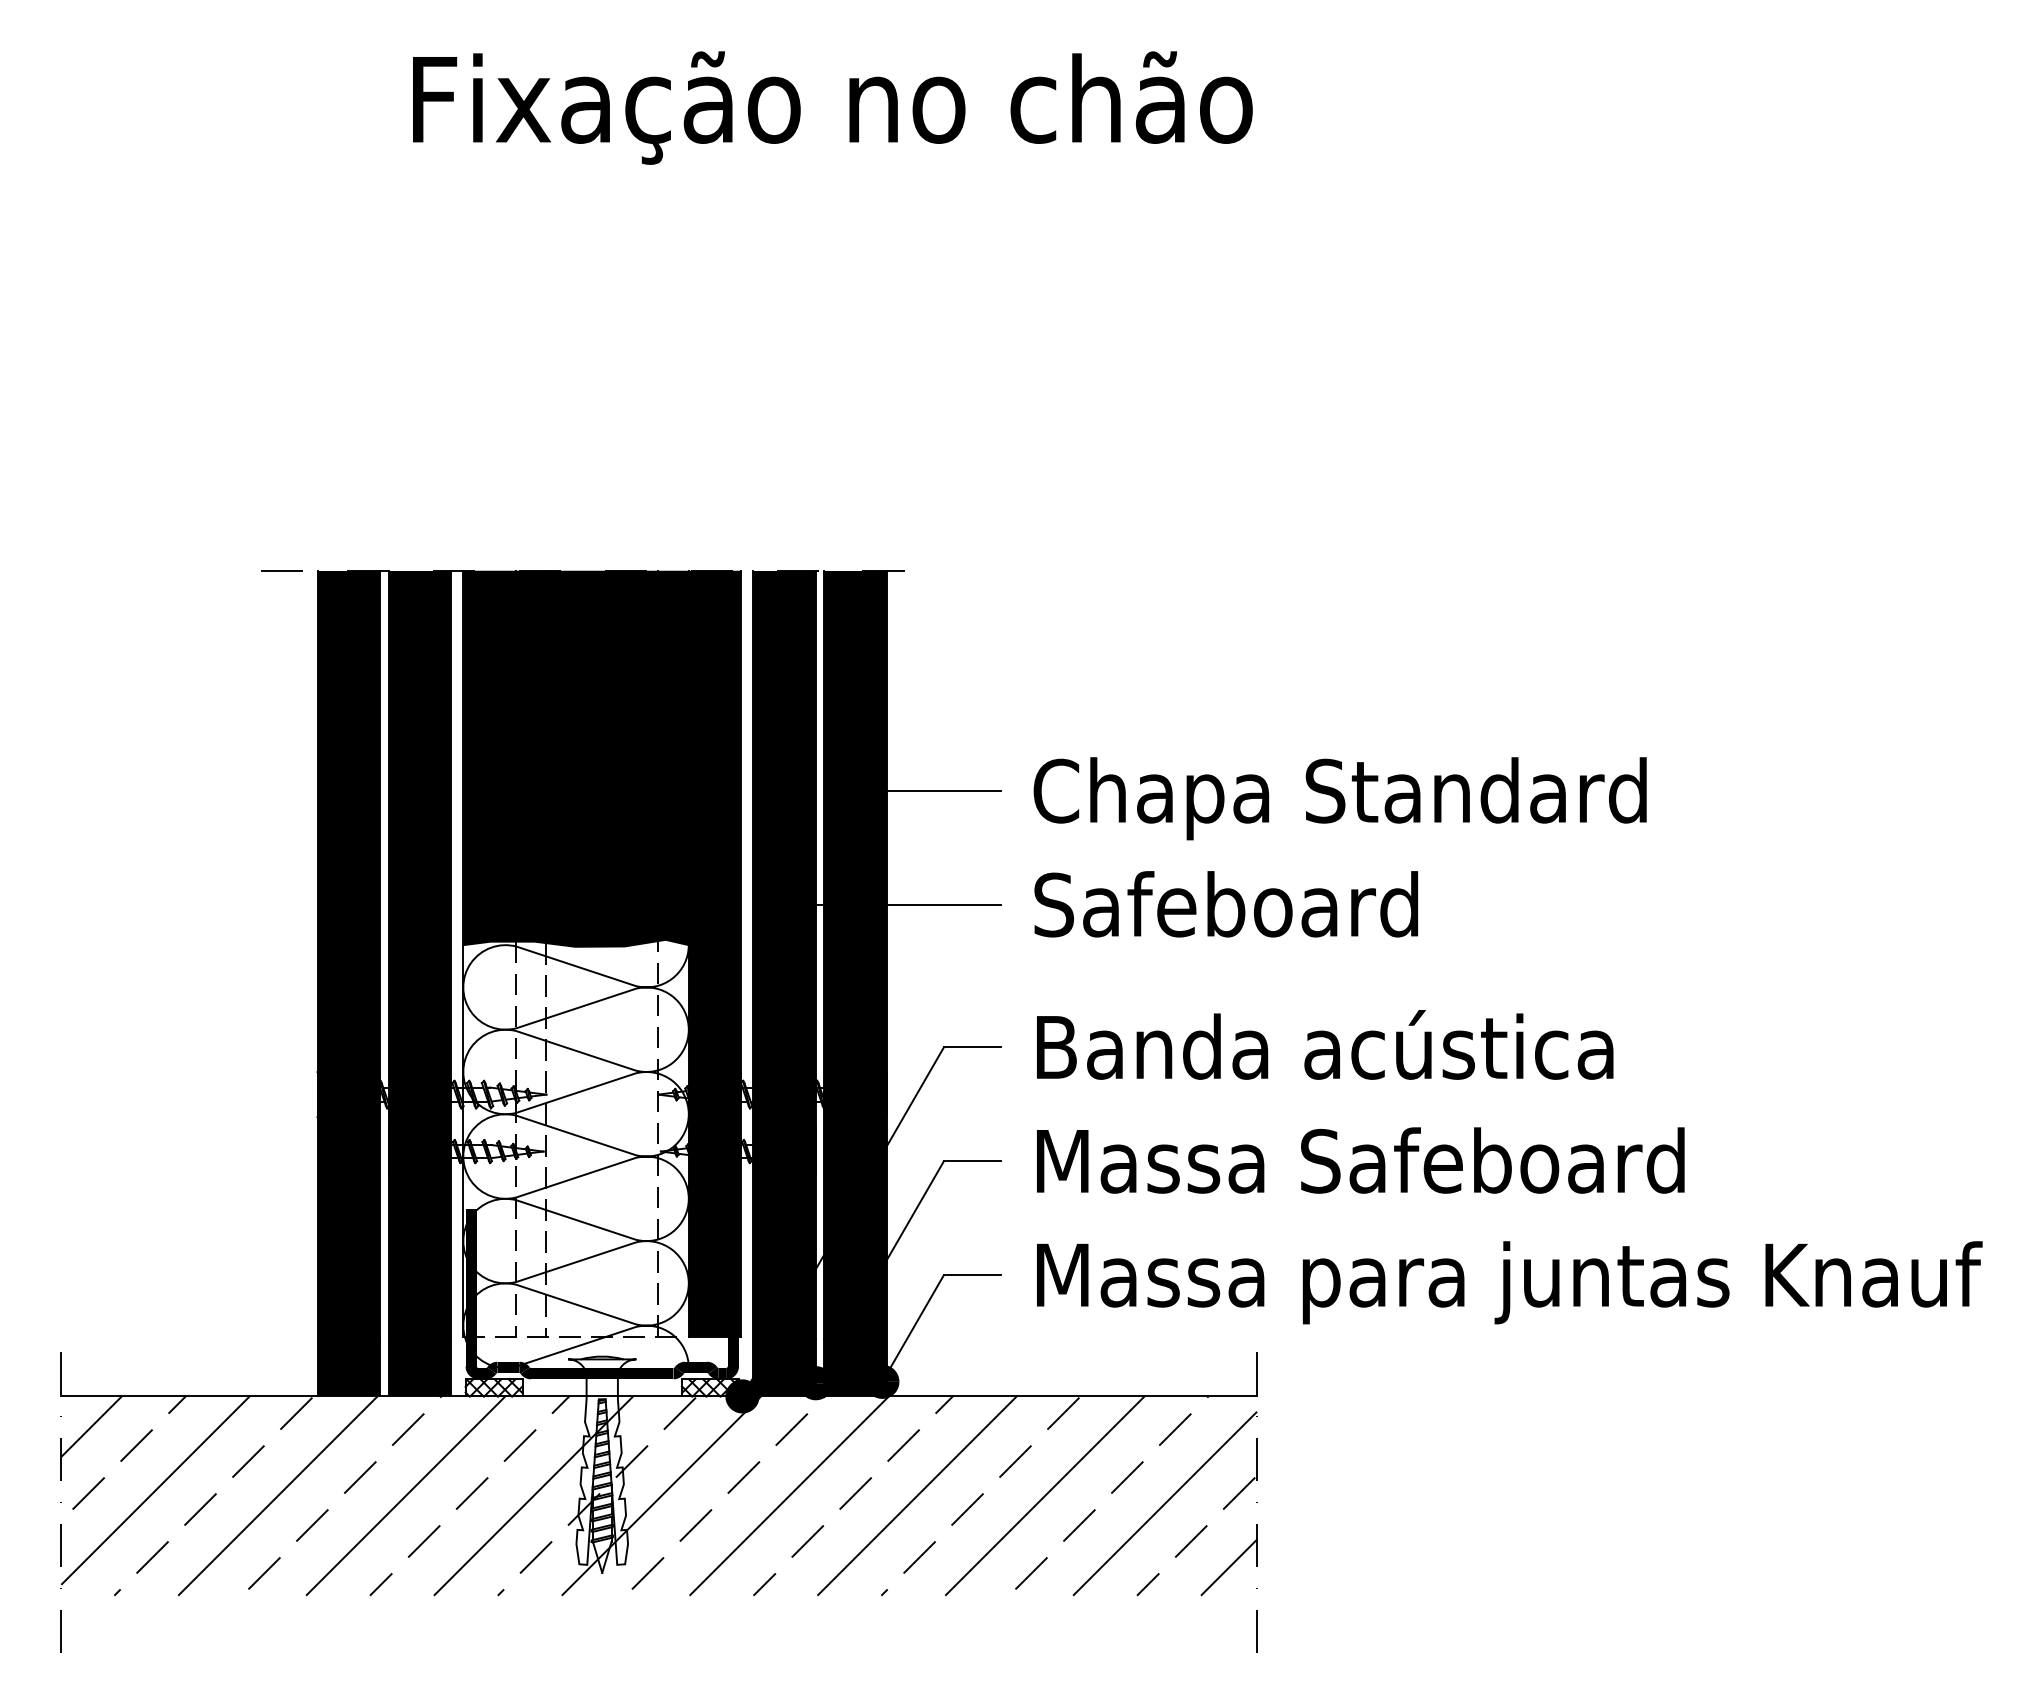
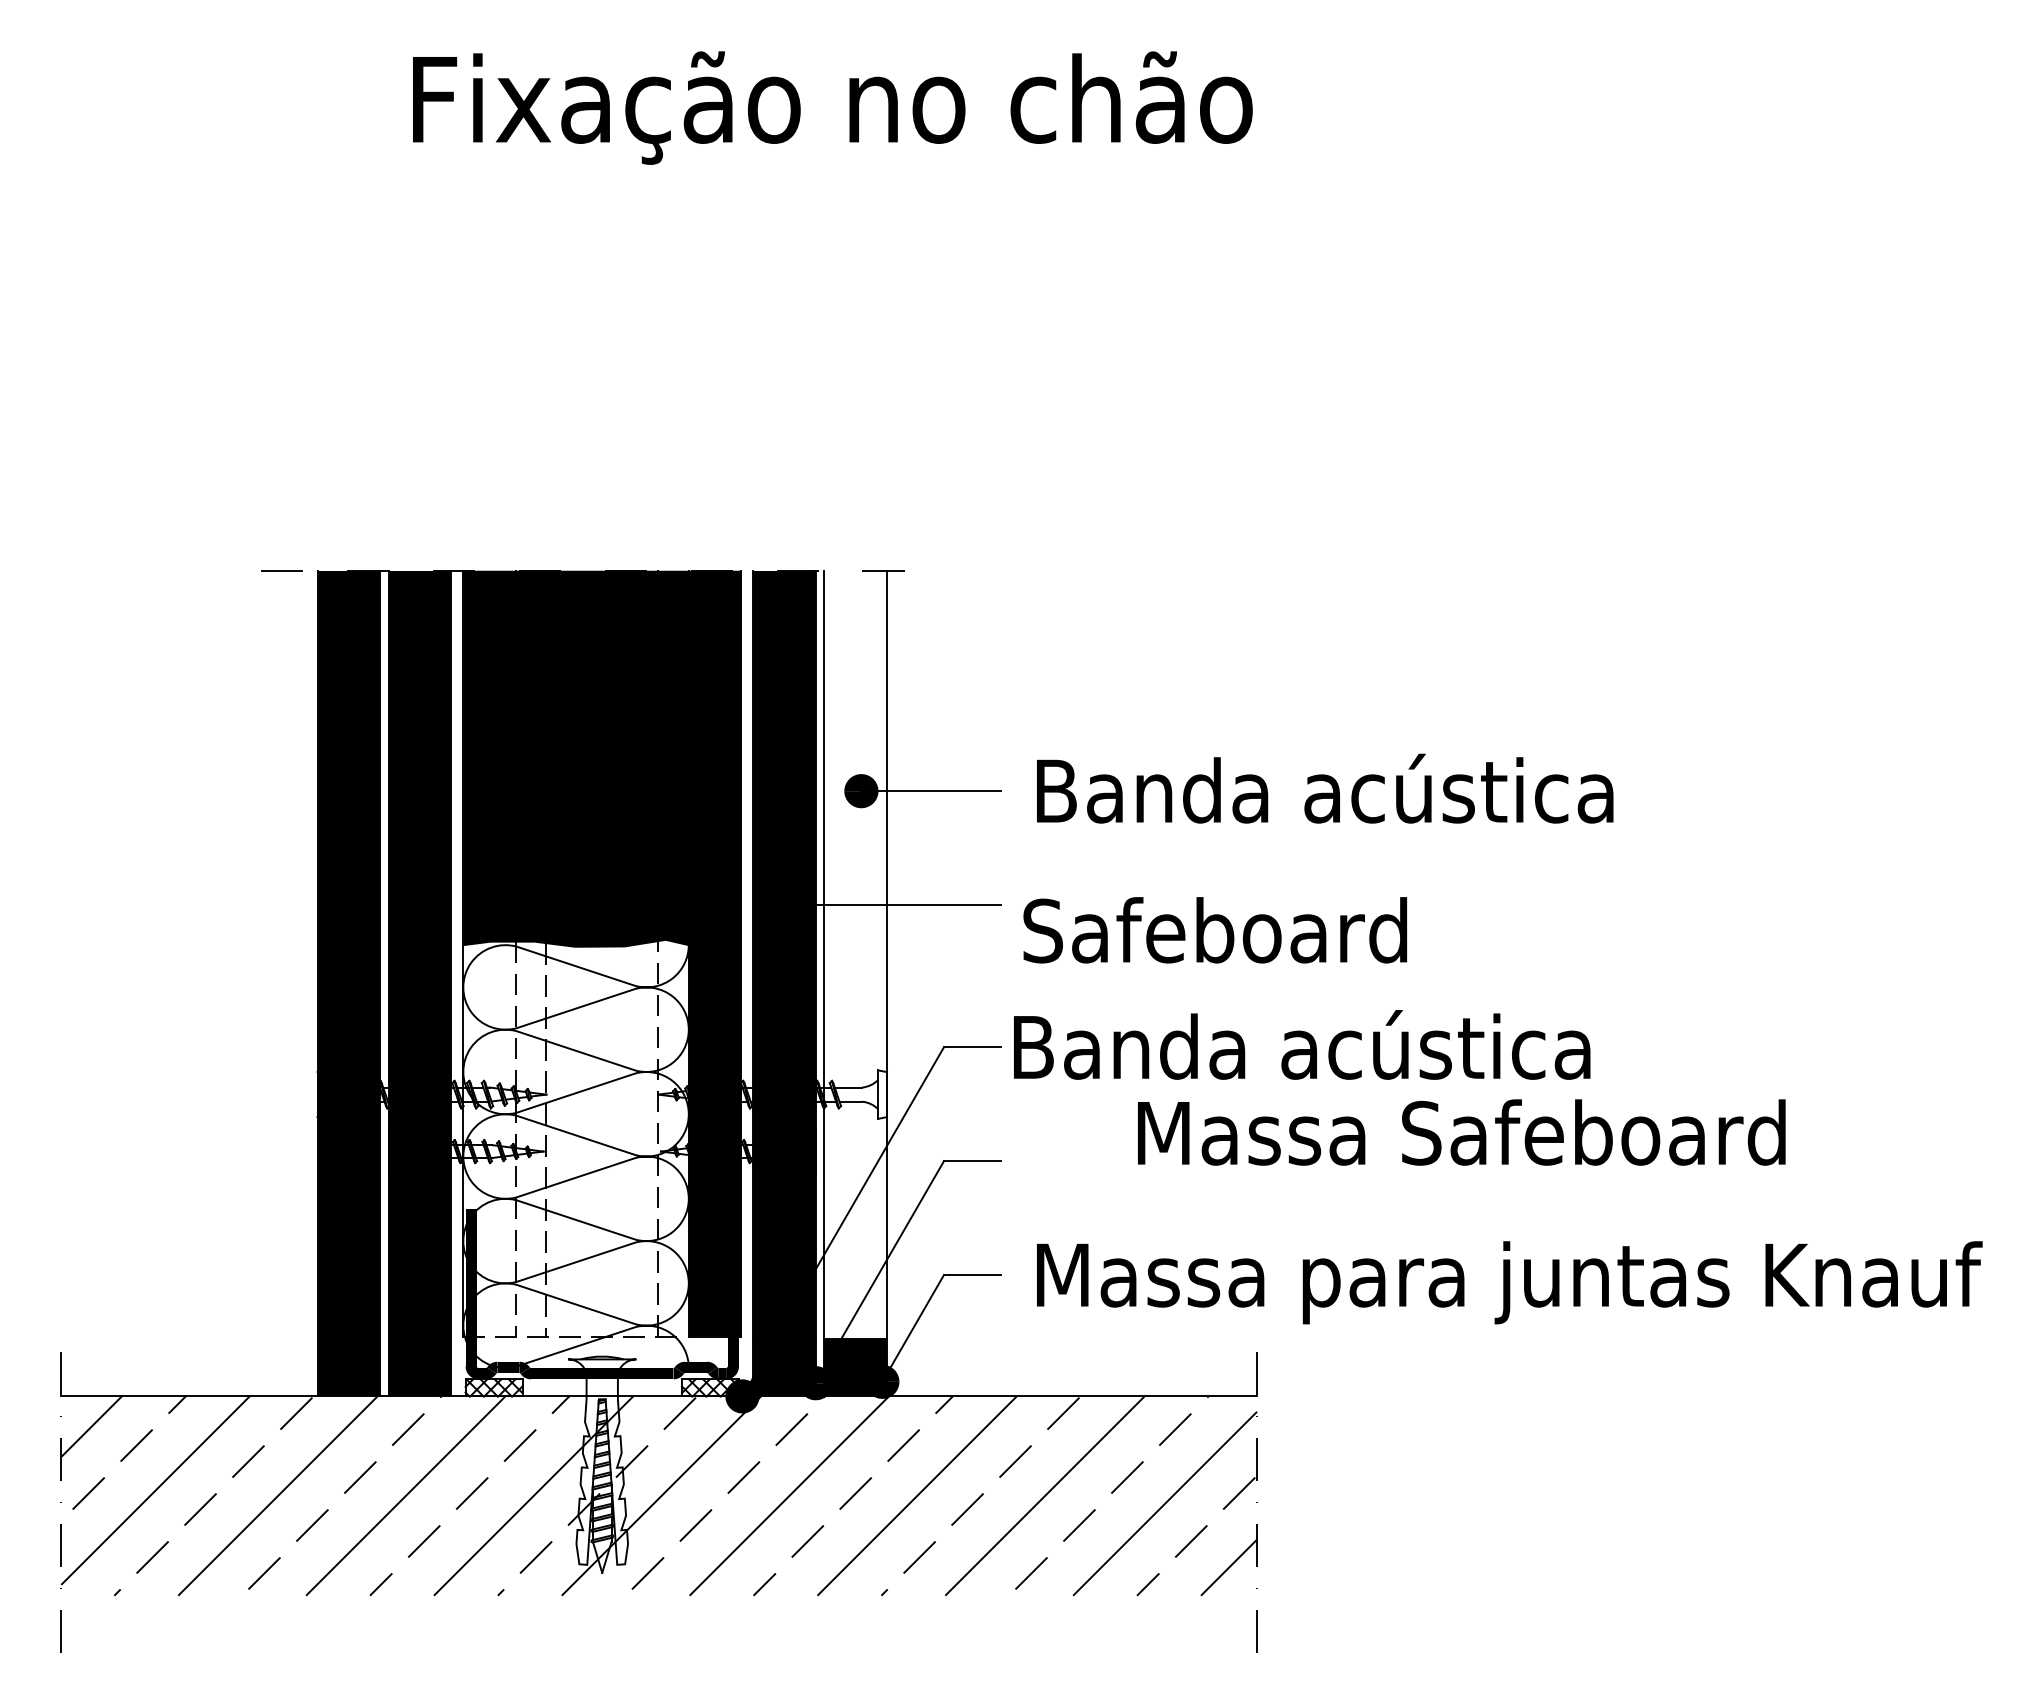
text at (1339, 796): Chapa Standard -> Banda acústica
text at (1225, 904) position: (1225, 904) -> (1214, 930)
fill at (855, 954): present -> none
text at (1325, 1044) position: (1325, 1044) -> (1302, 1044)
text at (1360, 1160) position: (1360, 1160) -> (1461, 1132)
